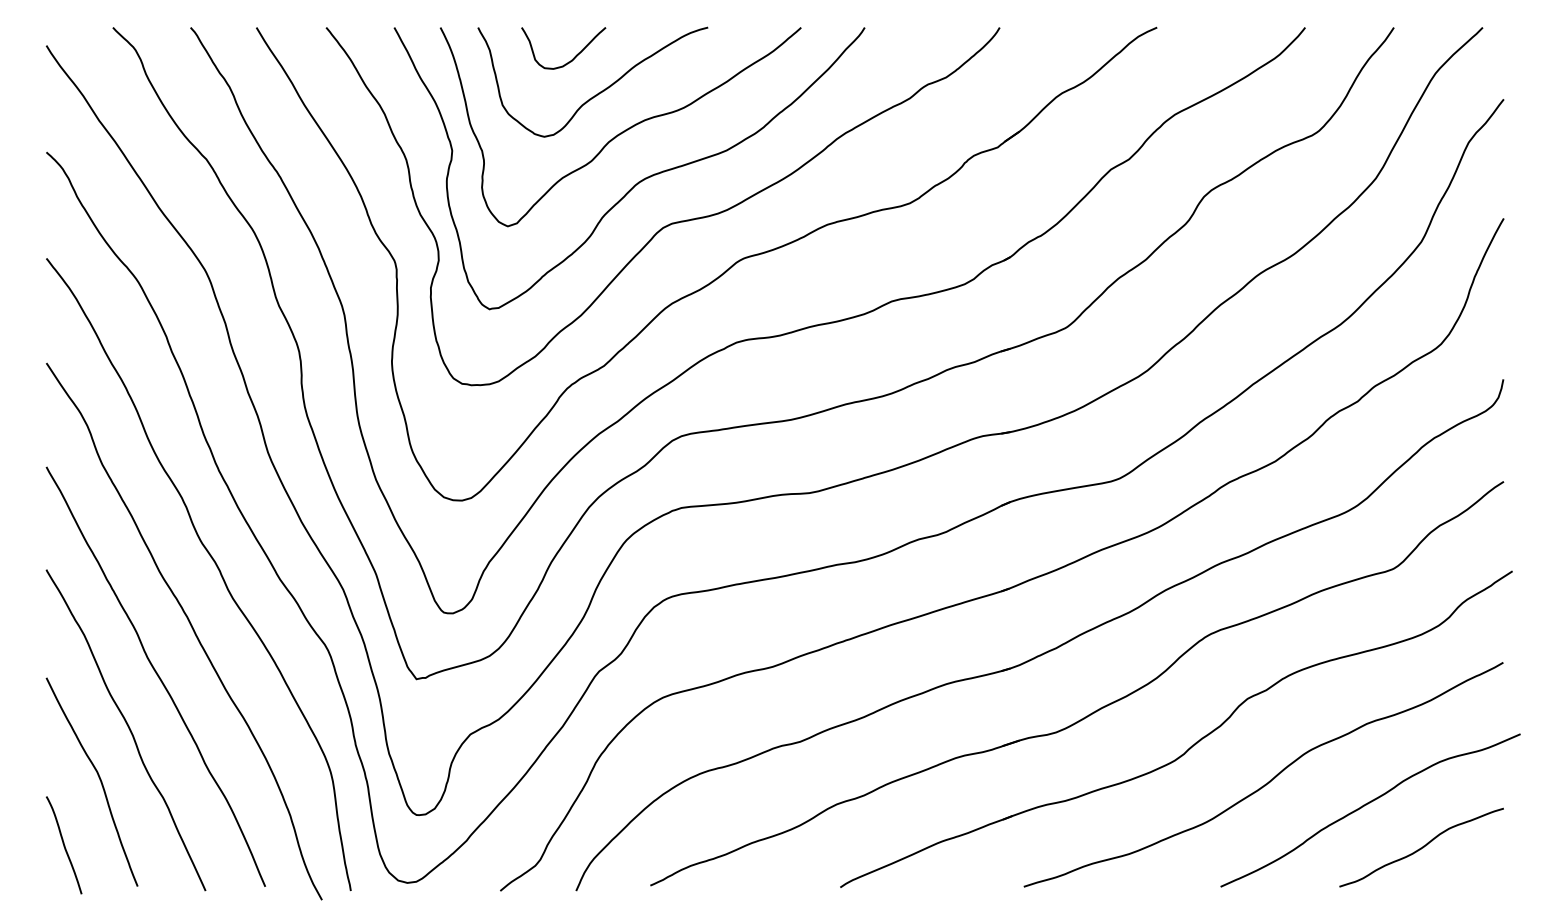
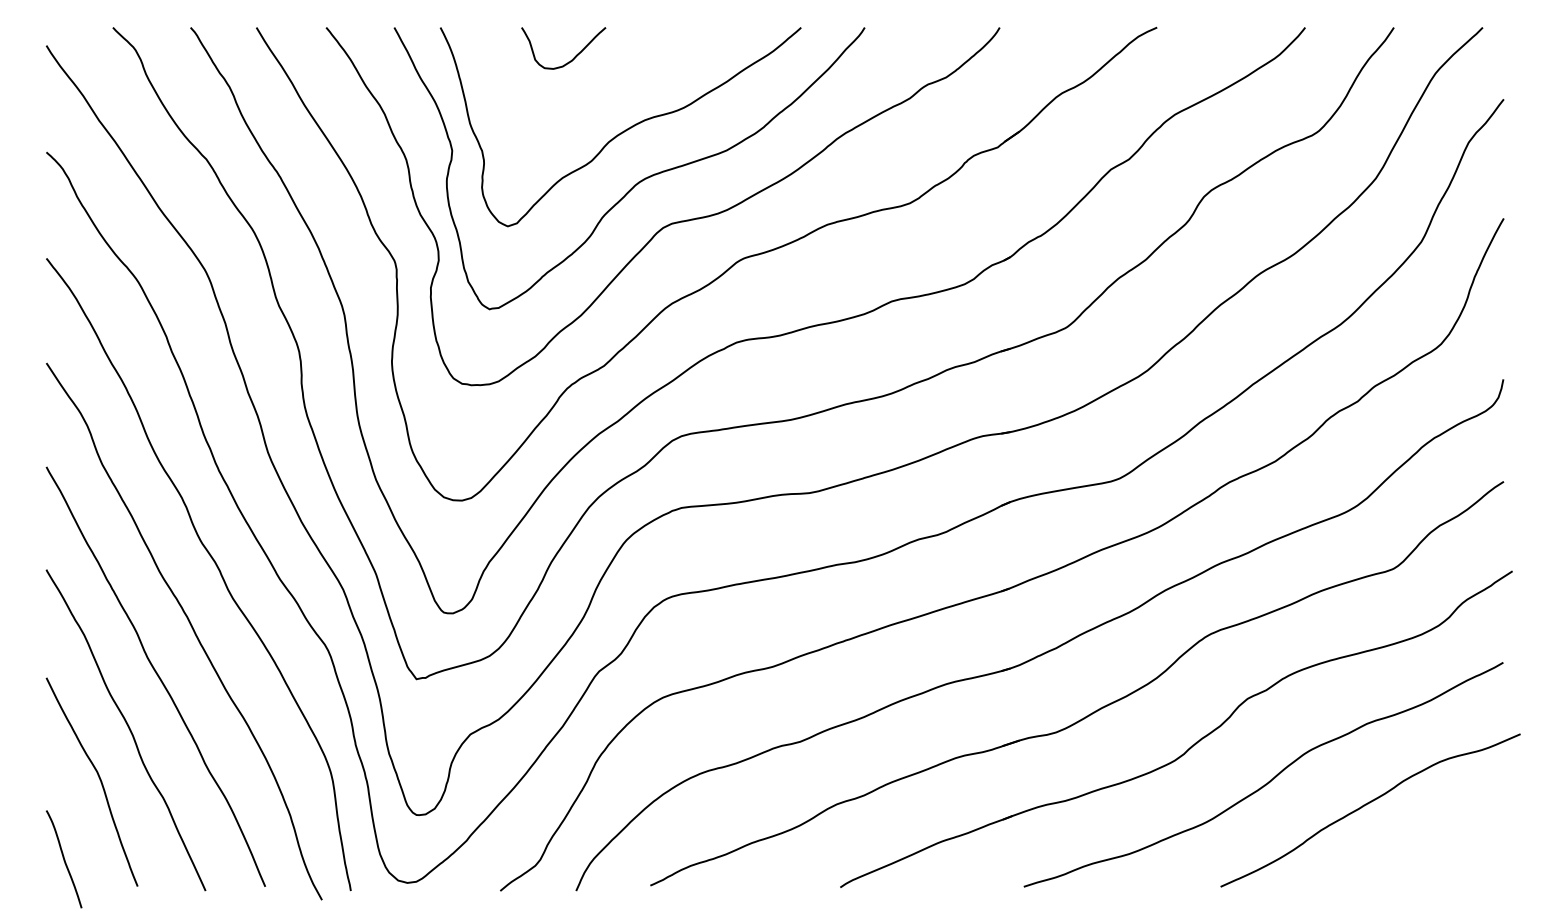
curve at (598, 92): present -> none
curve at (64, 845) position: (64, 845) -> (64, 859)
curve at (1421, 847): present -> none
